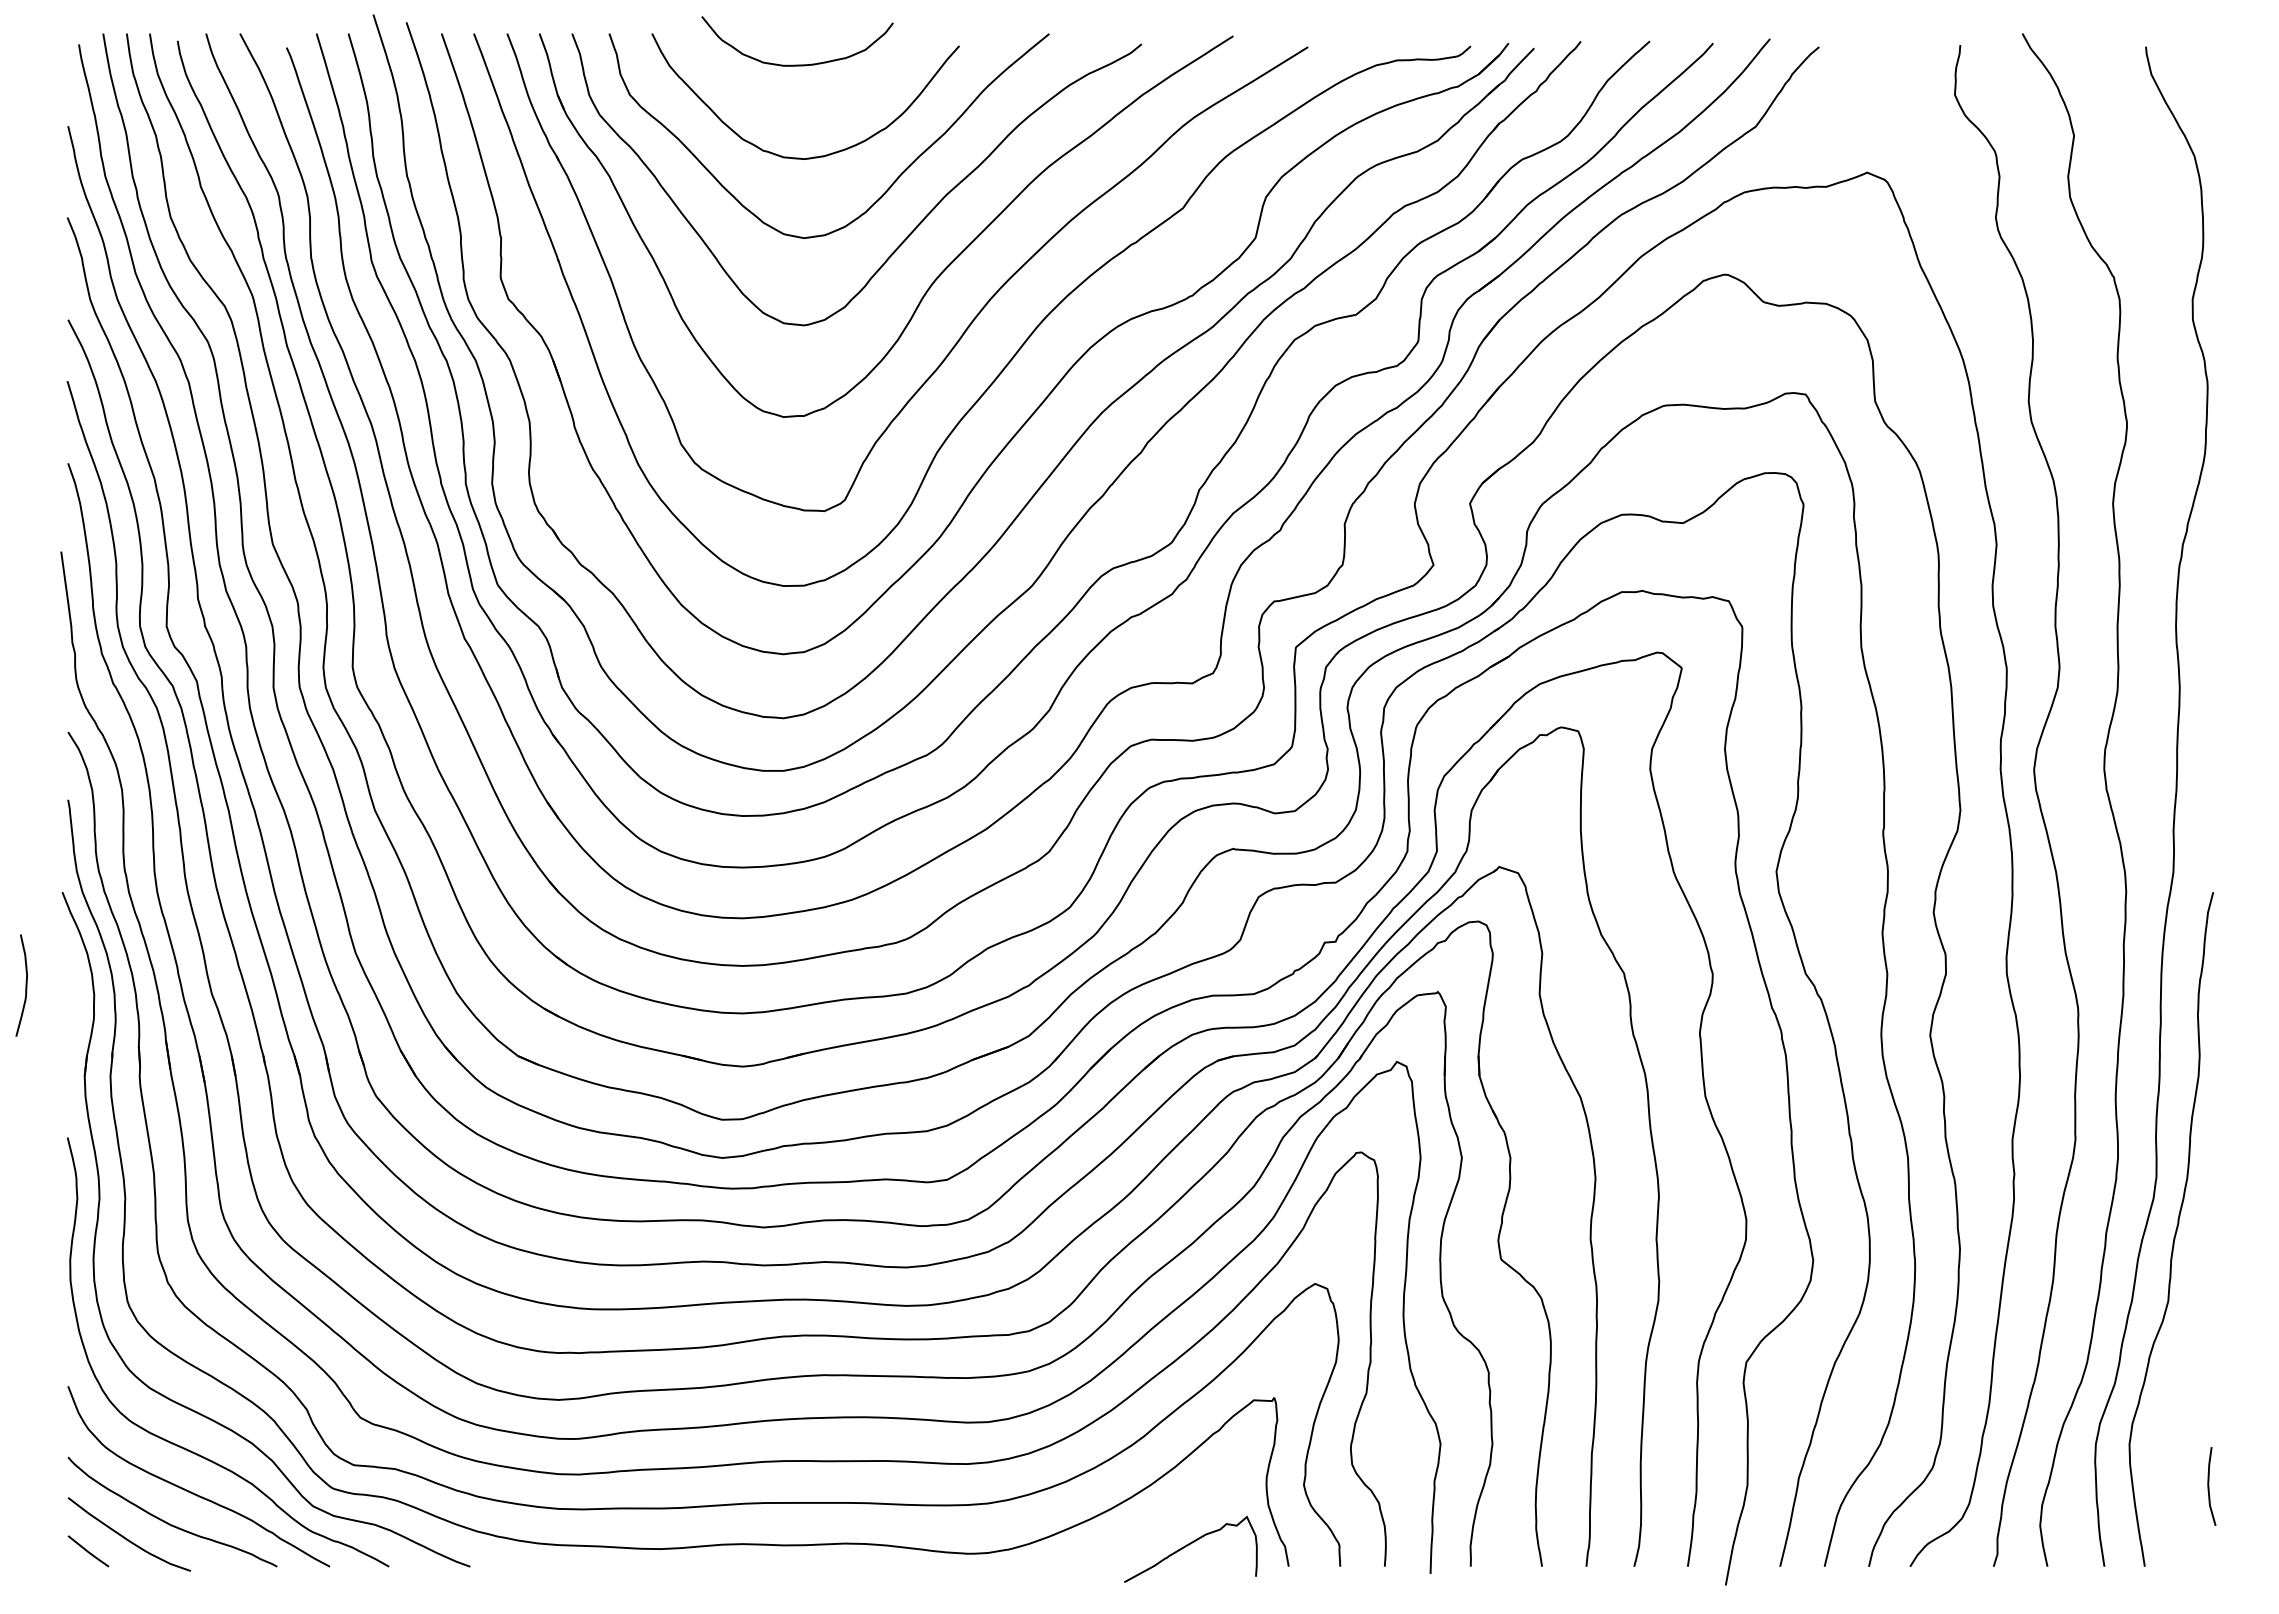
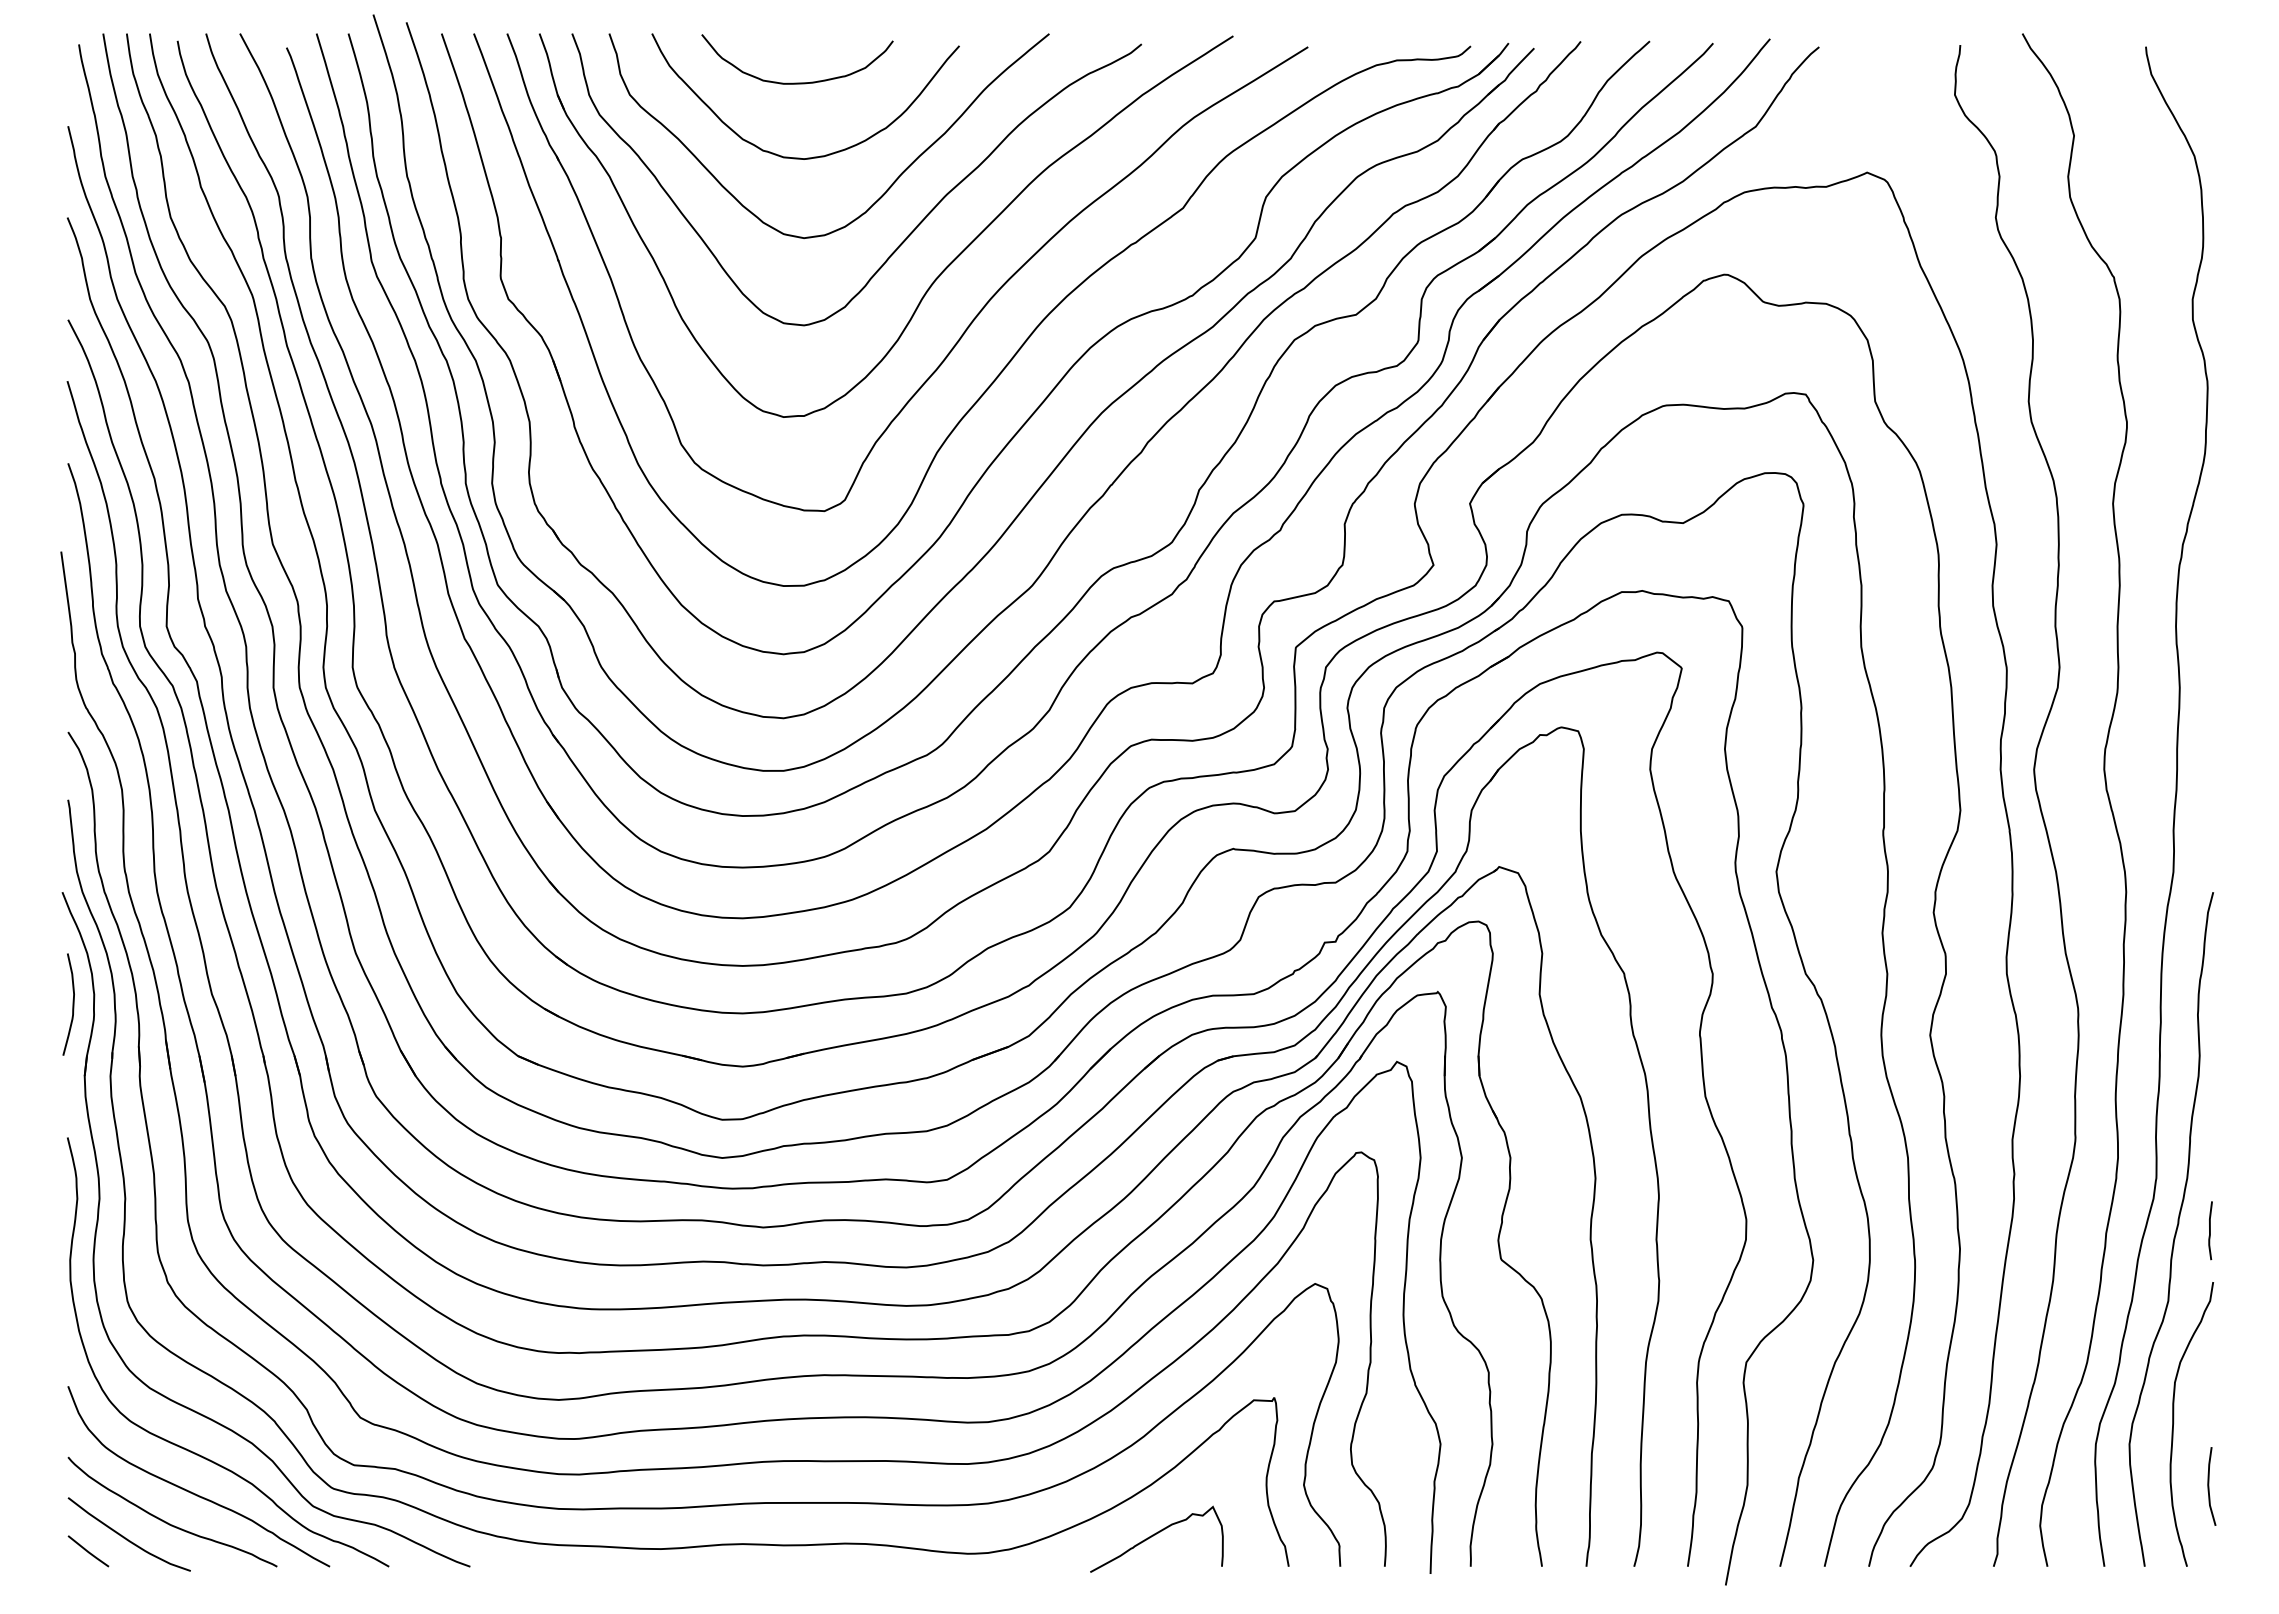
curve at (797, 64) position: (797, 64) -> (797, 82)
curve at (25, 985) position: (25, 985) -> (72, 1004)
curve at (2210, 1230): none -> present
curve at (2174, 1423): none -> present
curve at (1189, 1545) position: (1189, 1545) -> (1155, 1535)
